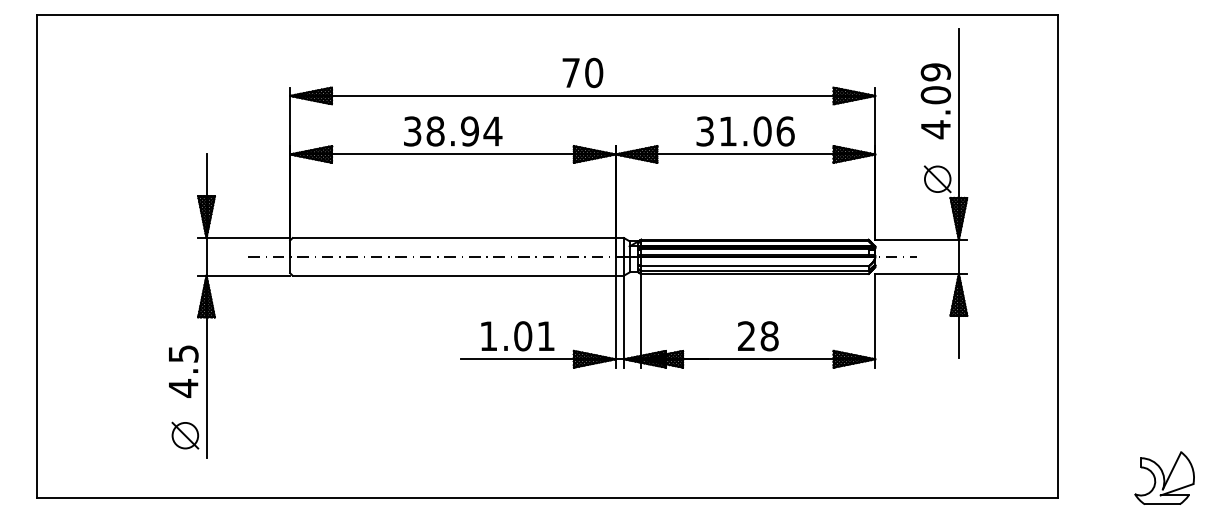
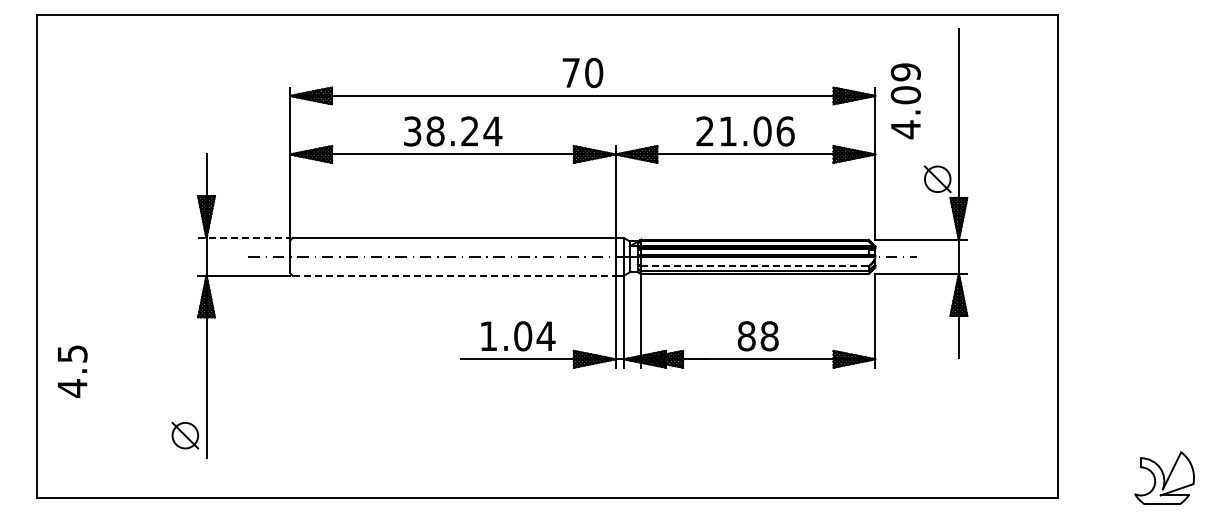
text at (935, 101) position: (935, 101) -> (905, 101)
text at (469, 131): 38.94 -> 38.24
text at (704, 131): 31.06 -> 21.06
line at (244, 238): solid -> dashed
line at (754, 266): solid -> dashed
line at (454, 275): solid -> dashed
text at (545, 335): 1.01 -> 1.04
text at (746, 336): 28 -> 88
text at (183, 371) position: (183, 371) -> (72, 371)
